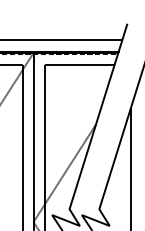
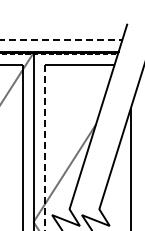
line at (61, 40): solid -> dashed
line at (44, 147): solid -> dashed
